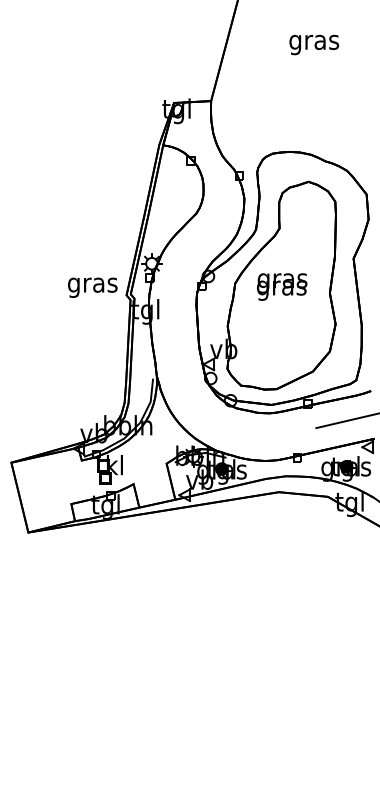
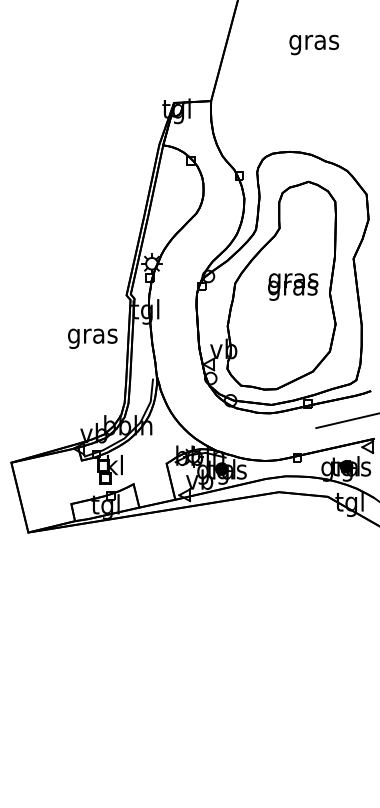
text at (282, 286) position: (282, 286) -> (293, 286)
text at (92, 287) position: (92, 287) -> (92, 338)
